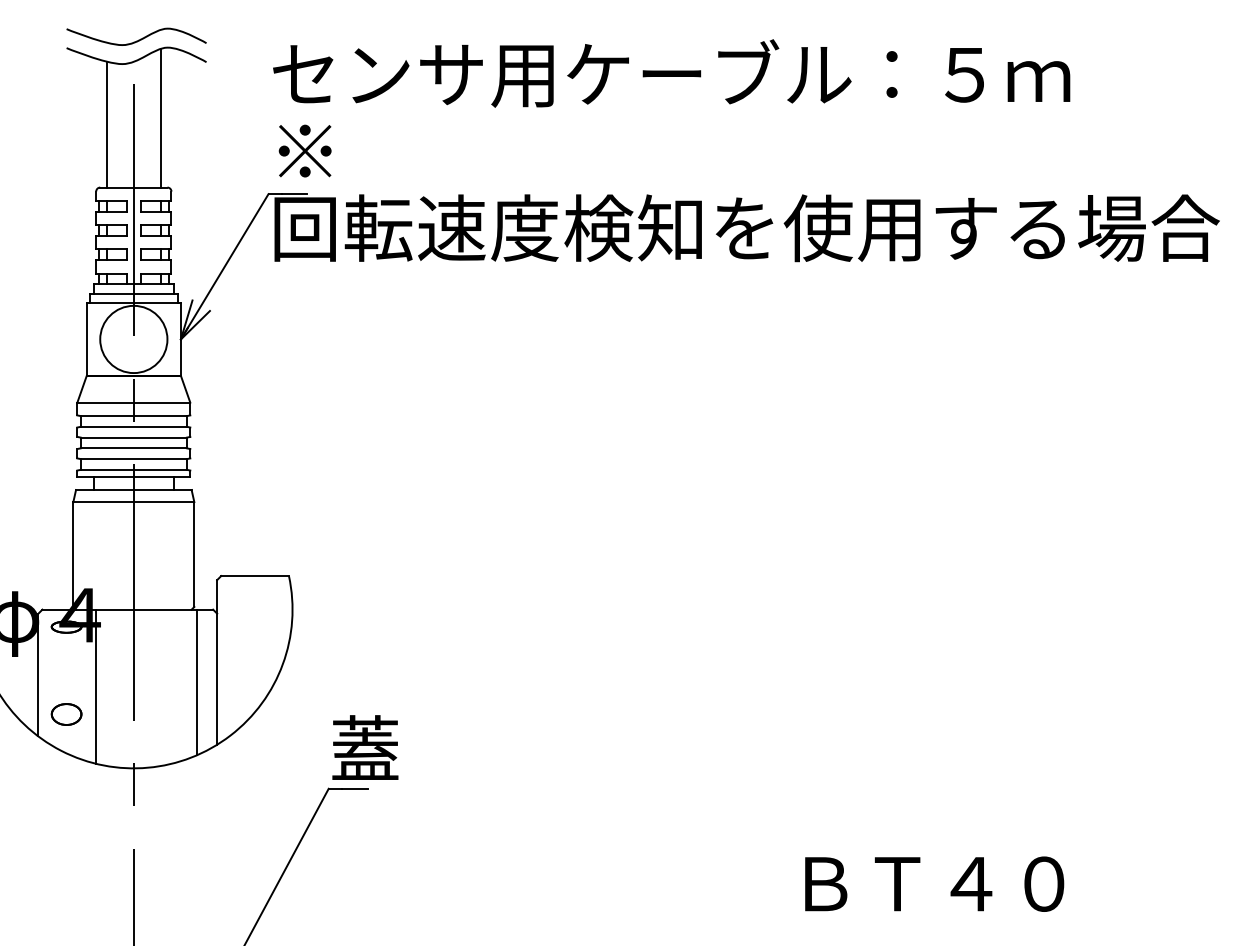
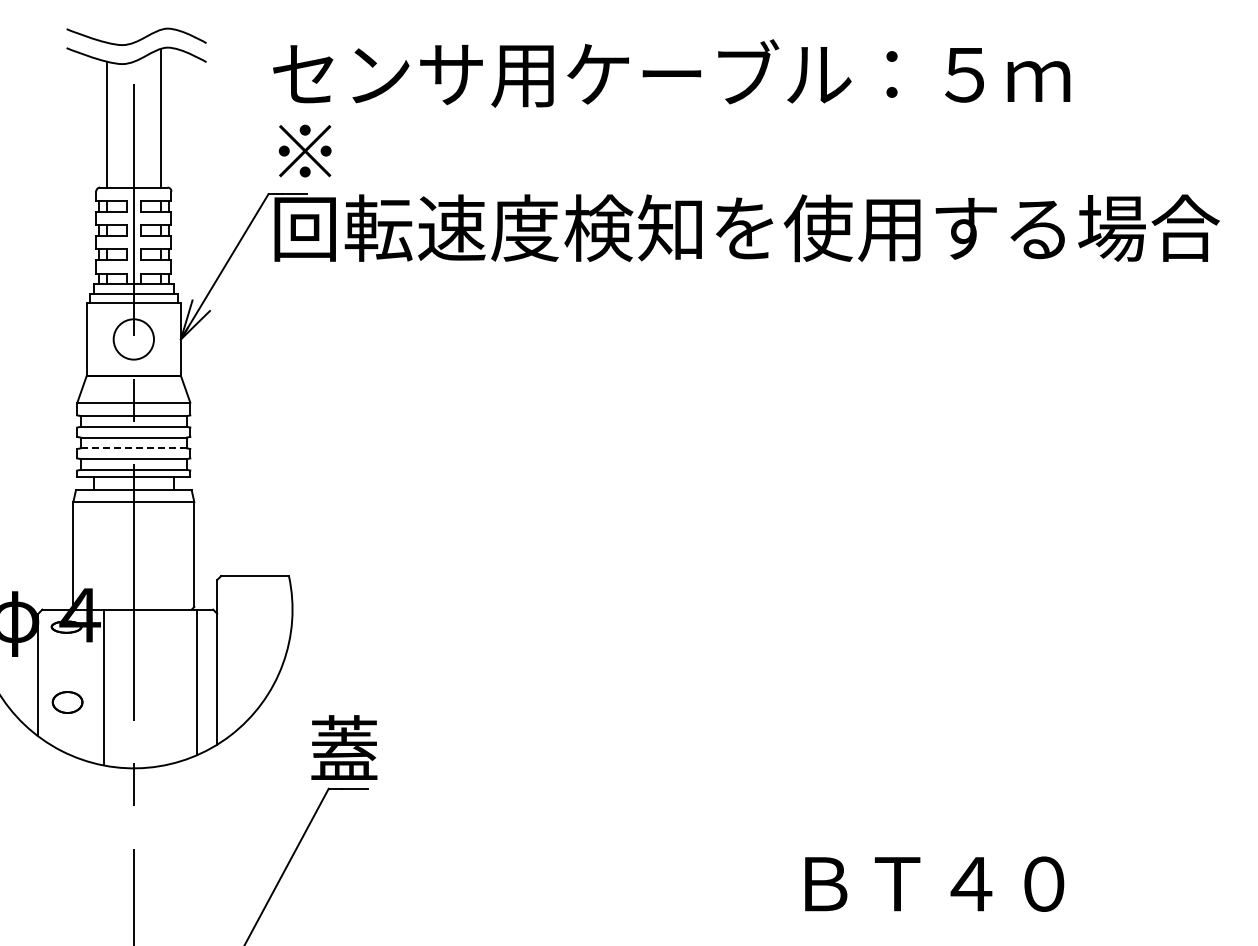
circle at (133, 339) diameter: 67 px -> 40 px
line at (133, 448): solid -> dashed
line at (96, 686) position: (96, 686) -> (104, 686)
part at (66, 714) position: (66, 714) -> (67, 702)
text at (365, 747) position: (365, 747) -> (344, 747)
